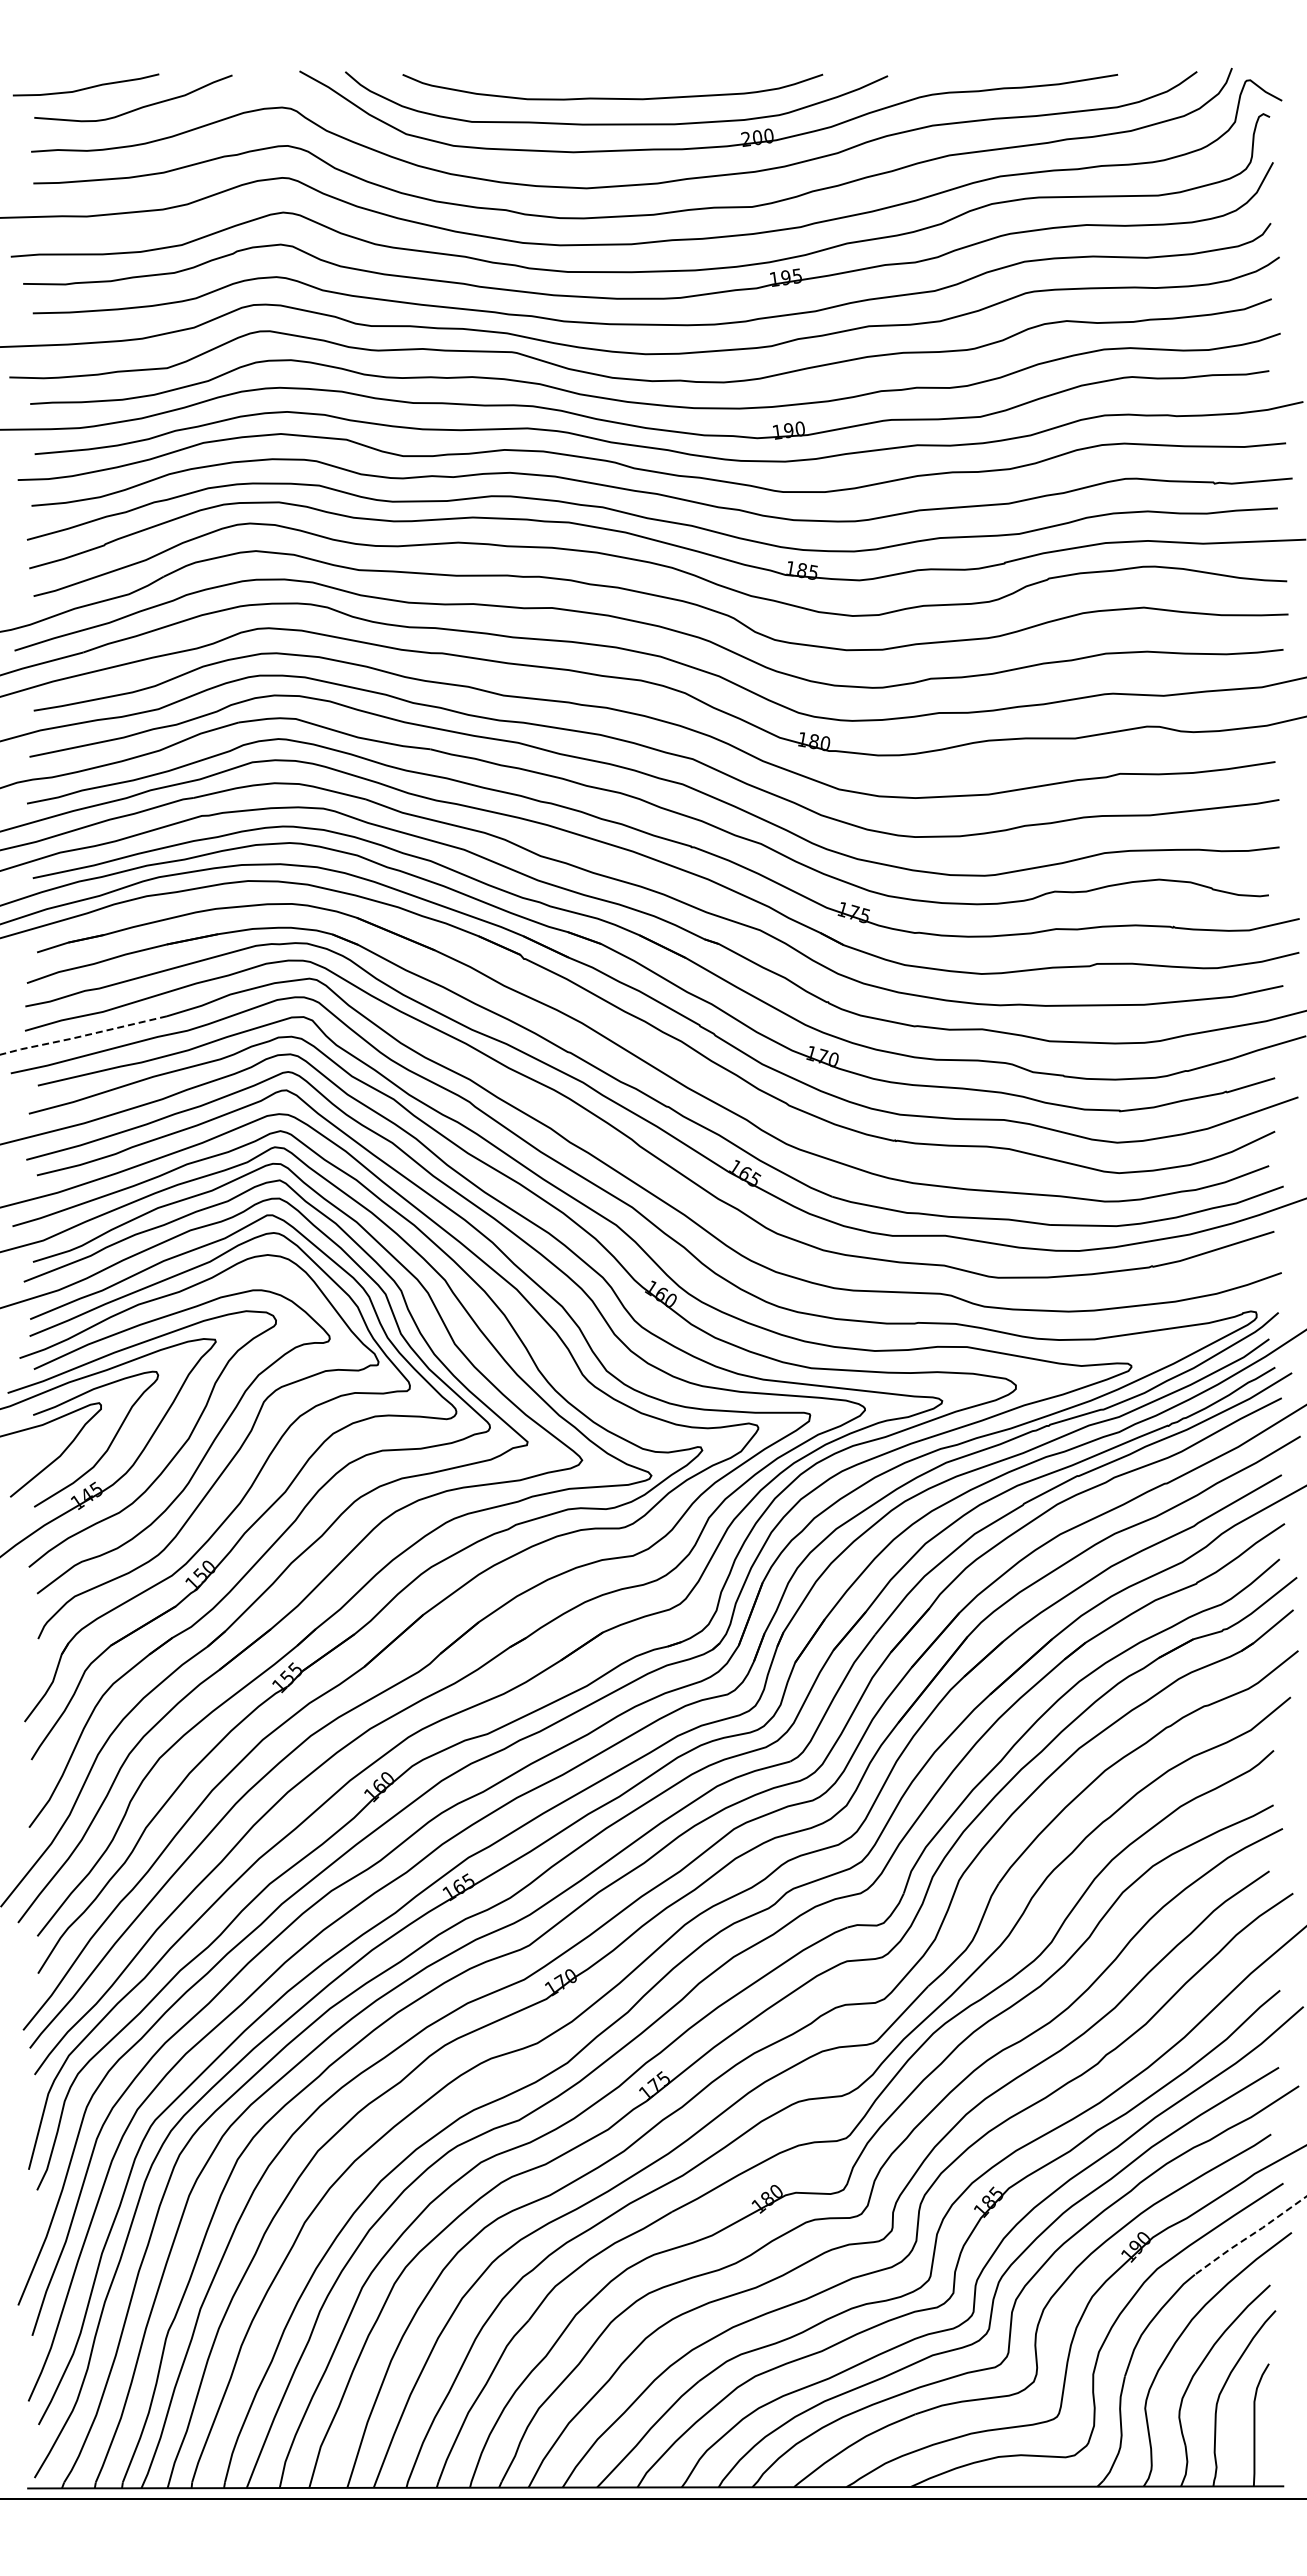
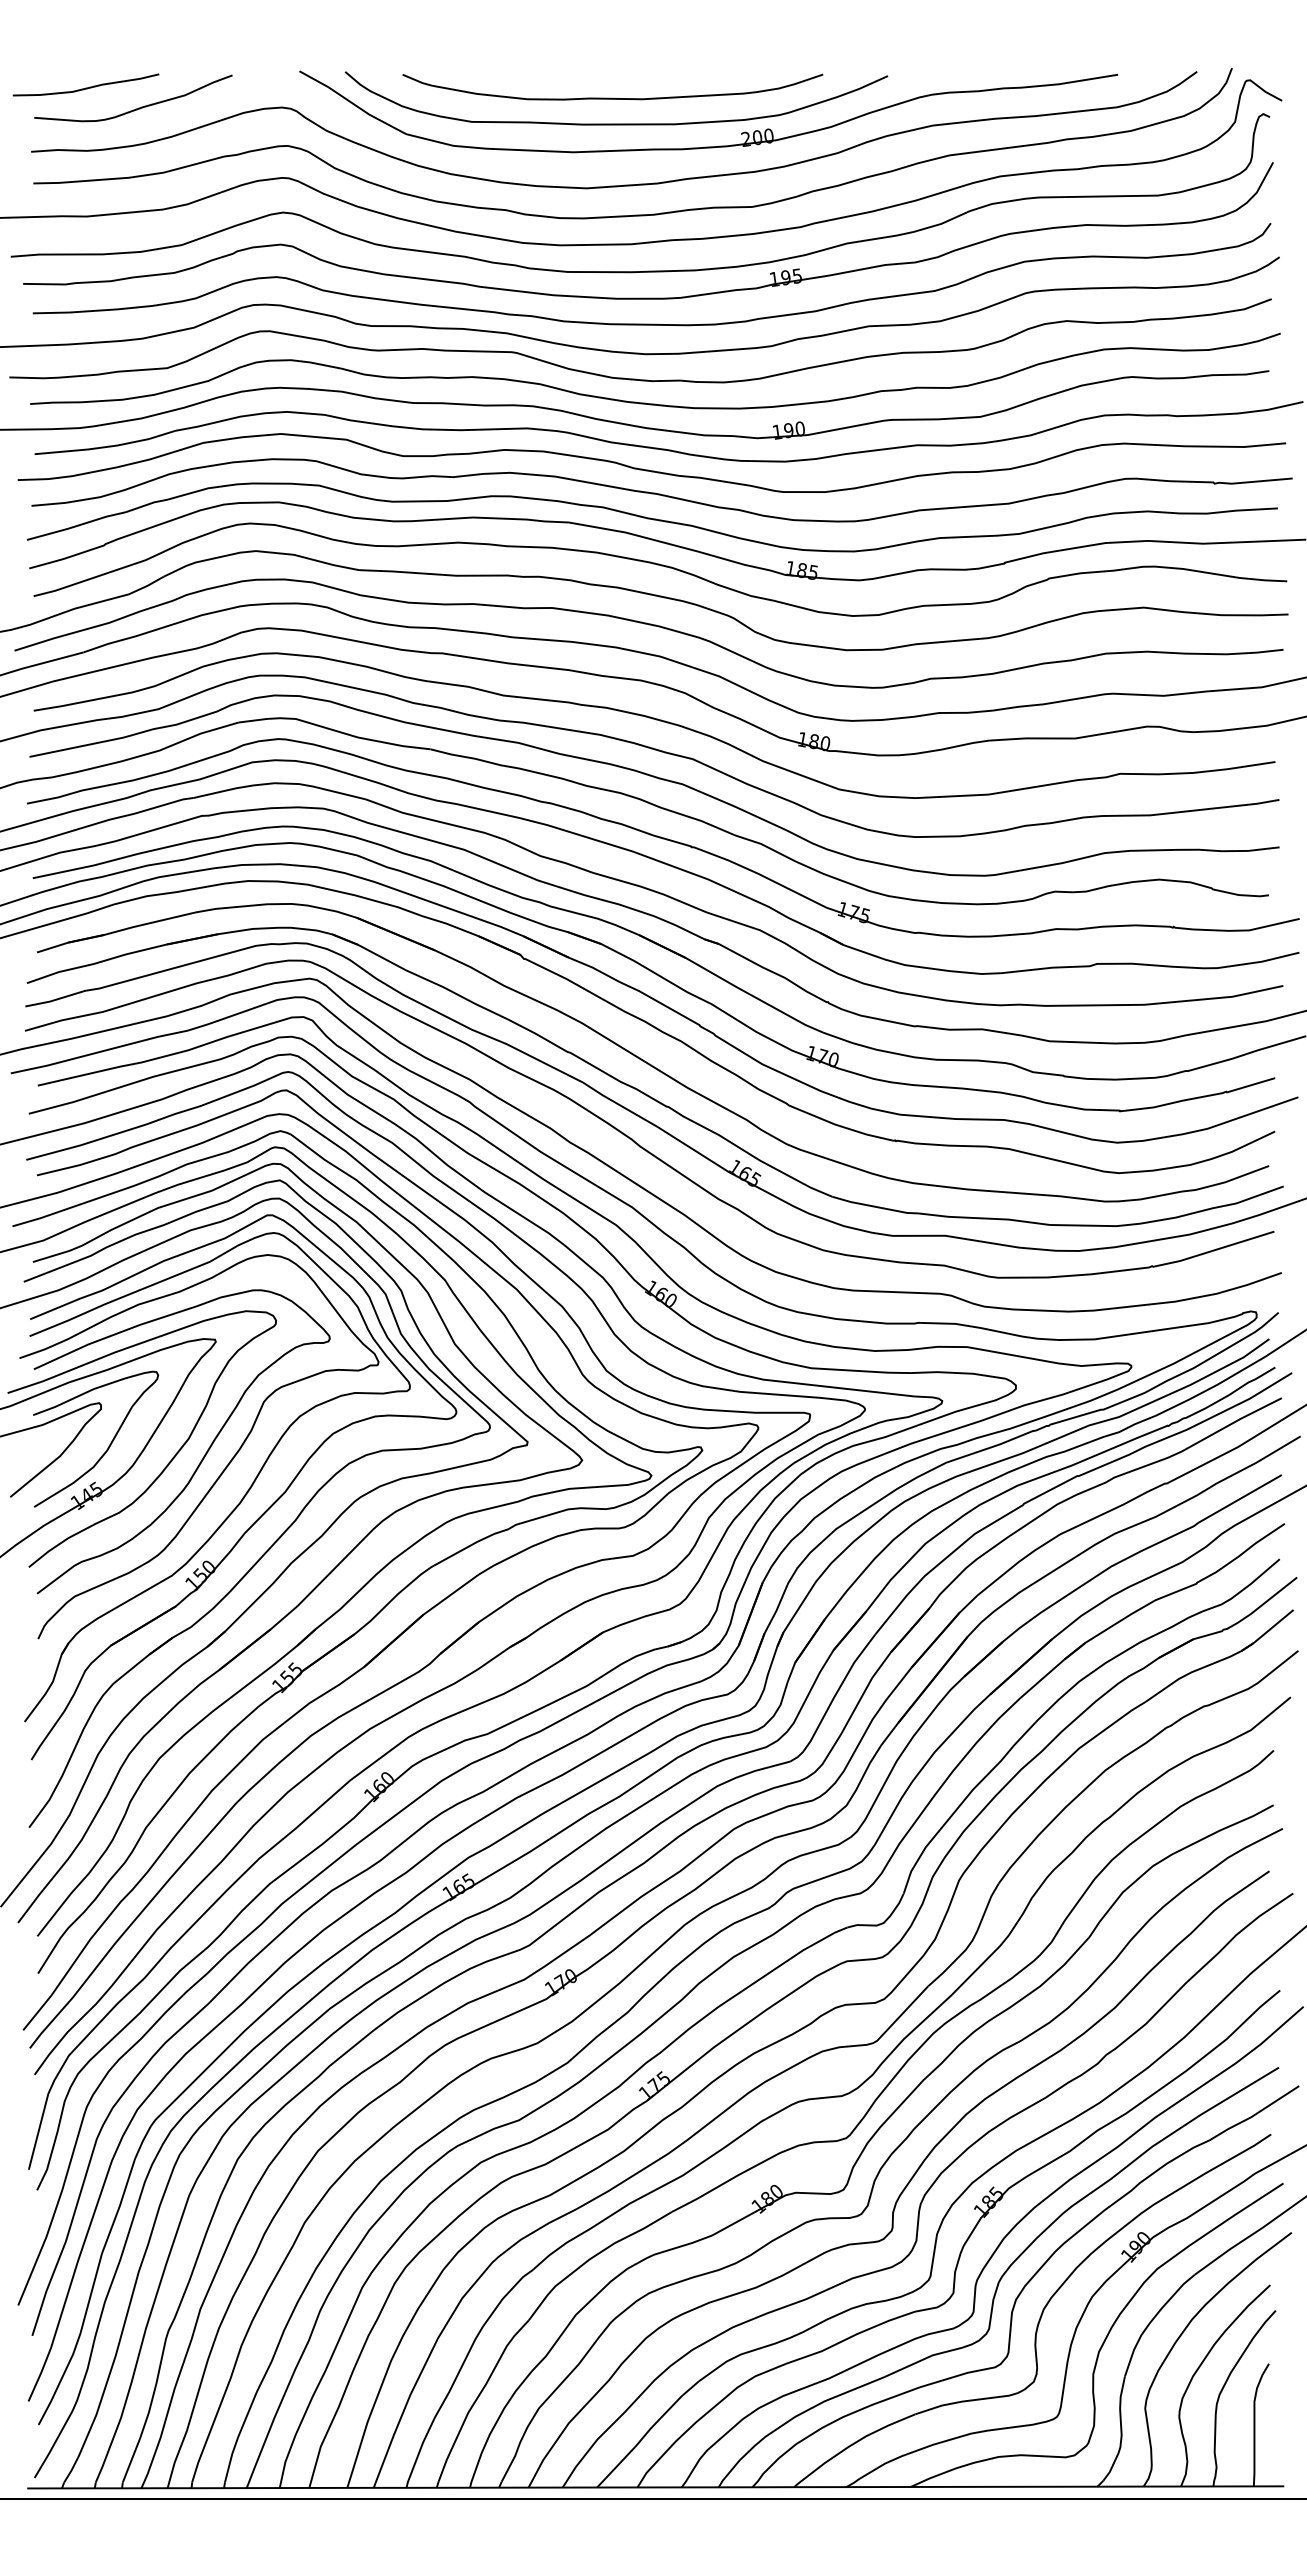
line at (82, 1036): dashed -> solid
line at (1250, 2236): dashed -> solid
